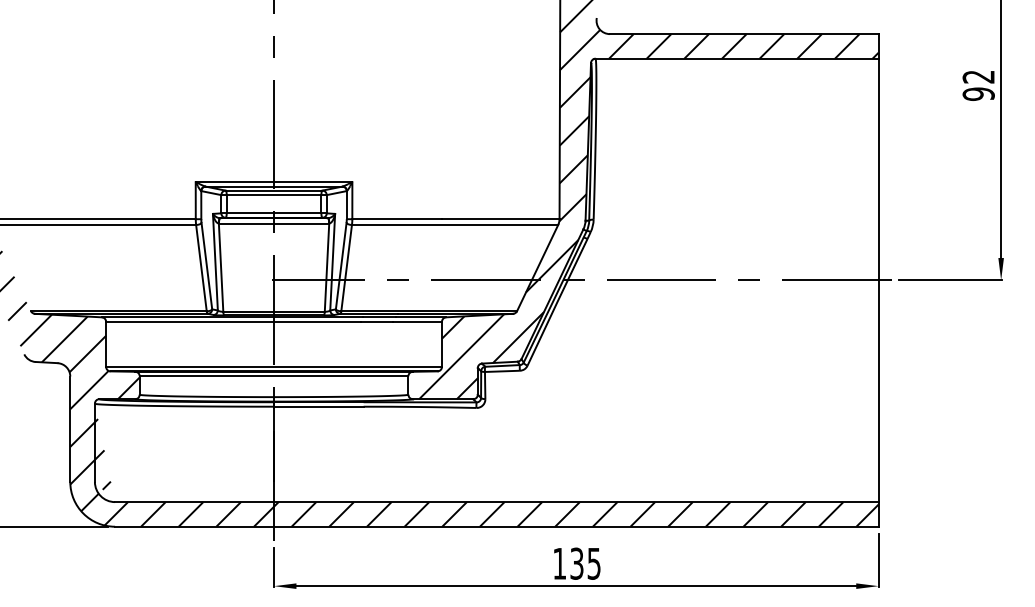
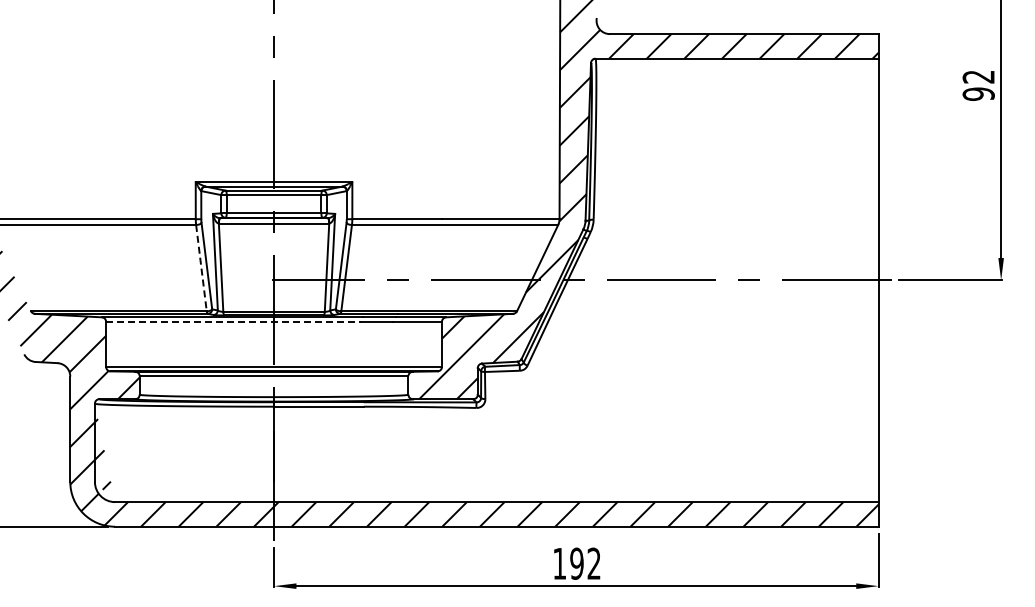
line at (201, 268): solid -> dashed
line at (234, 321): solid -> dashed
text at (585, 563): 135 -> 192
